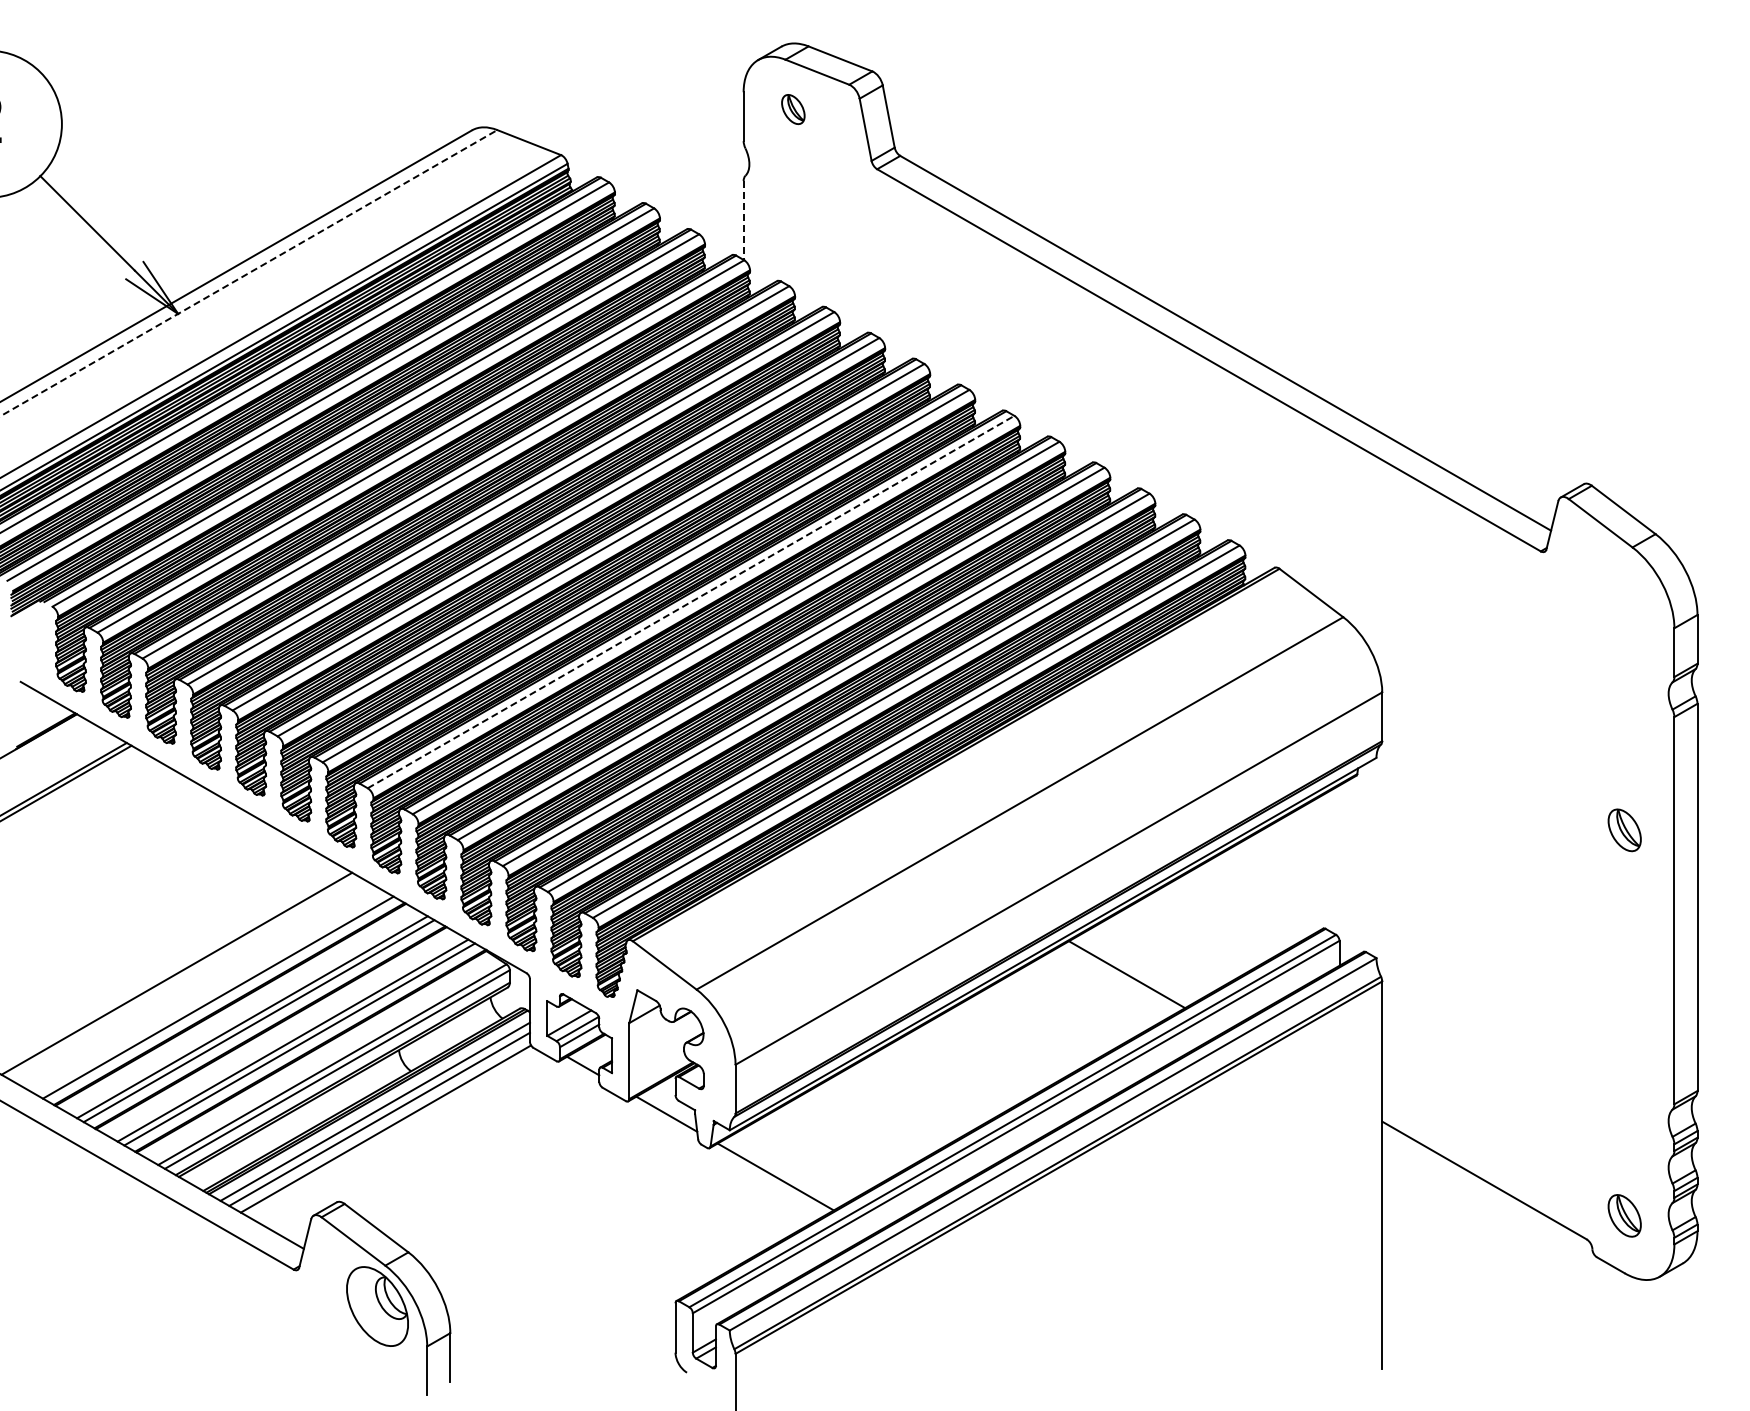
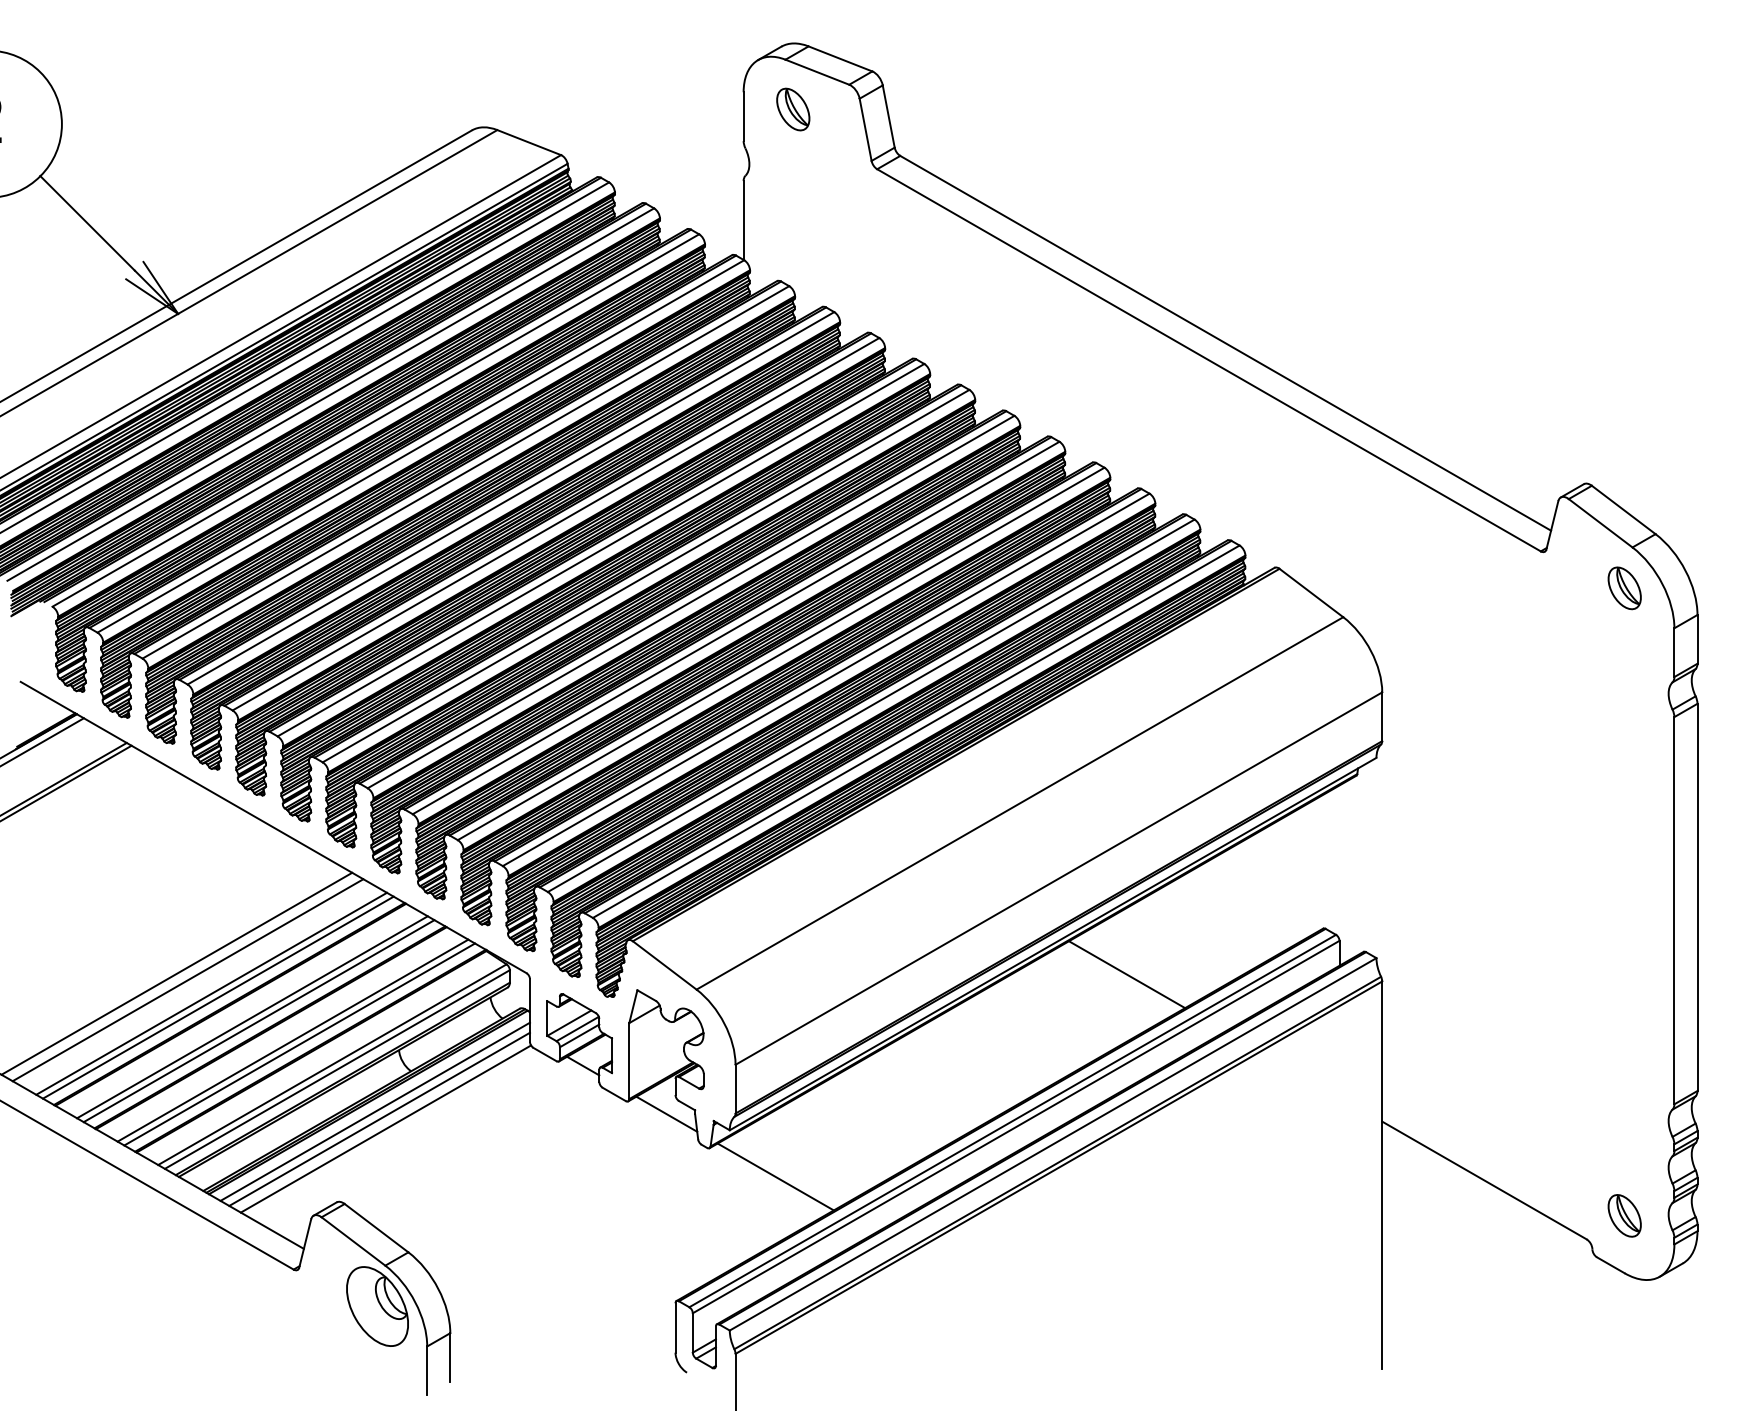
part at (793, 109) size: 25x31 px -> 35x45 px
line at (743, 221): dashed -> solid
line at (248, 273): dashed -> solid
line at (691, 601): dashed -> solid
line at (42, 741): none -> present
part at (1624, 830) position: (1624, 830) -> (1624, 588)
line at (187, 980): none -> present
line at (211, 993): none -> present
